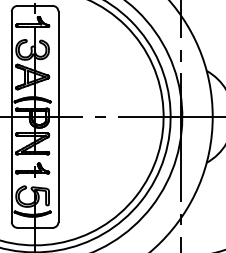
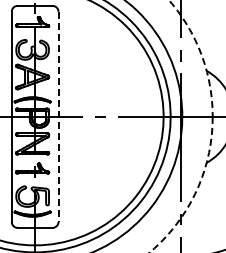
line at (58, 117): solid -> dashed
circle at (180, 126): solid -> dashed
